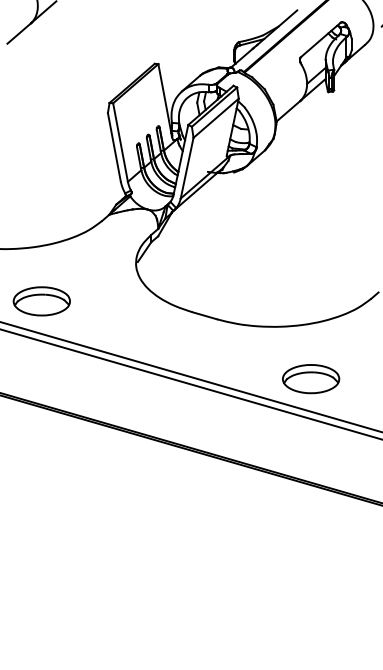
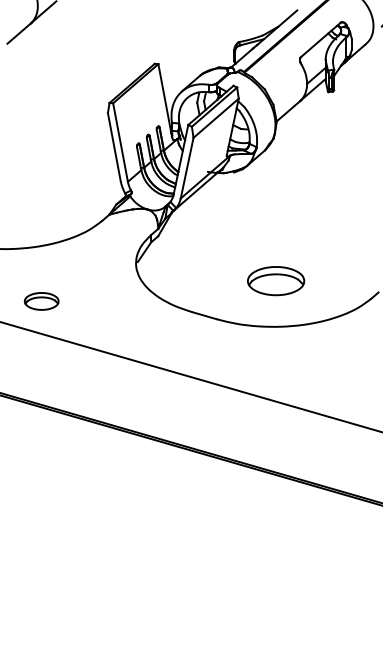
part at (41, 301) size: 59x31 px -> 37x19 px
part at (311, 379) position: (311, 379) -> (276, 281)
line at (190, 383): present -> none
